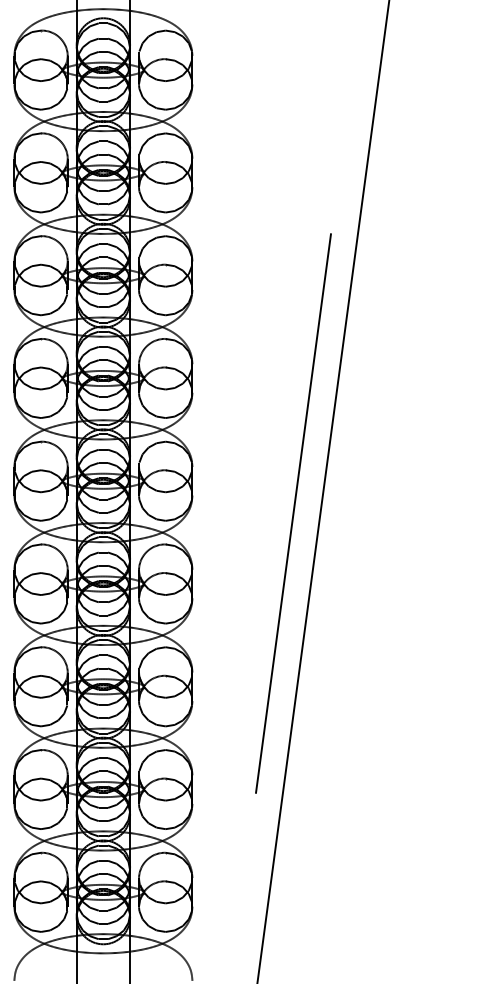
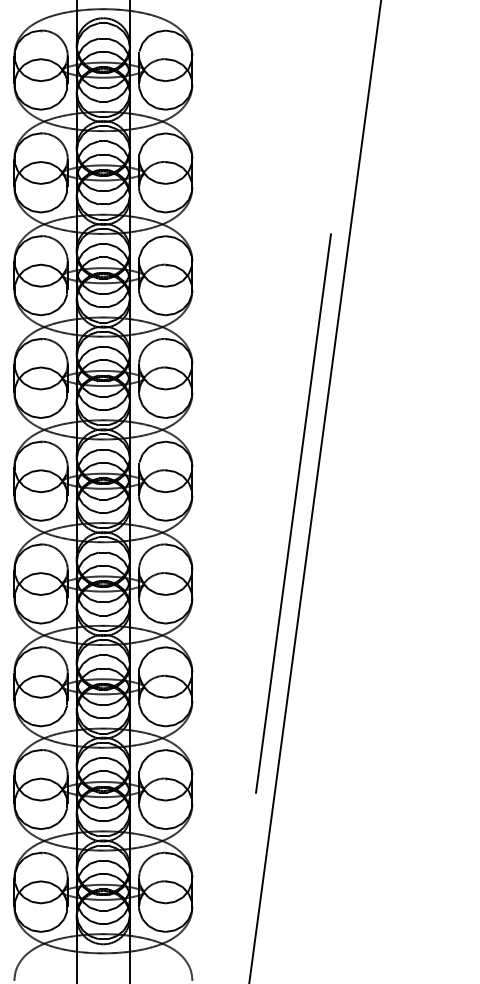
line at (323, 491) position: (323, 491) -> (314, 491)
